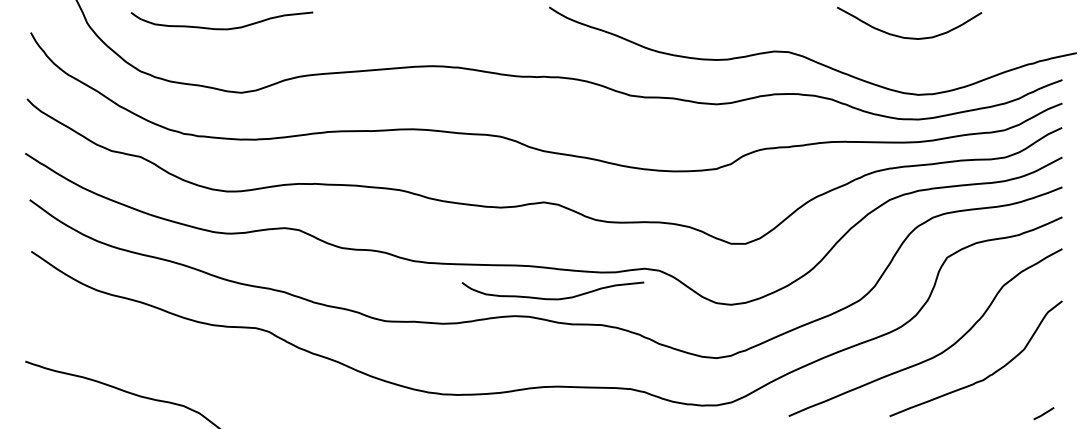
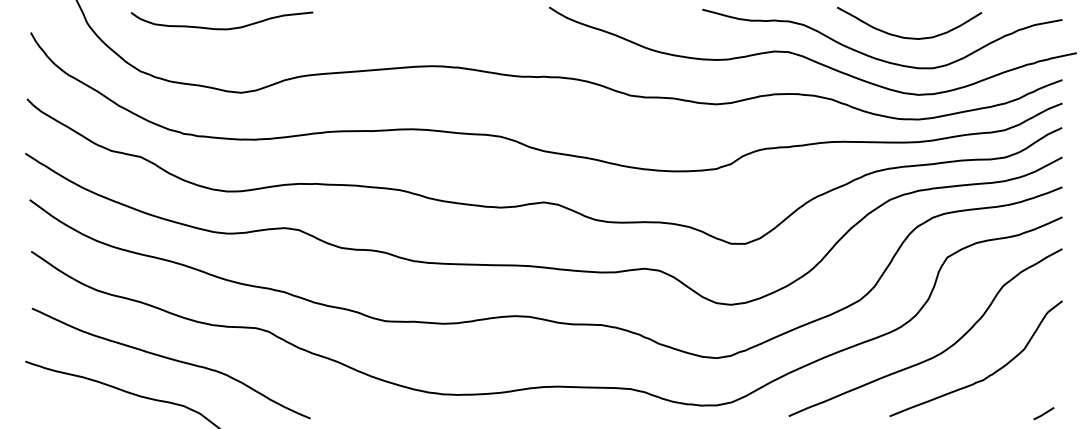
curve at (876, 57): none -> present
curve at (552, 298): present -> none
curve at (171, 360): none -> present
